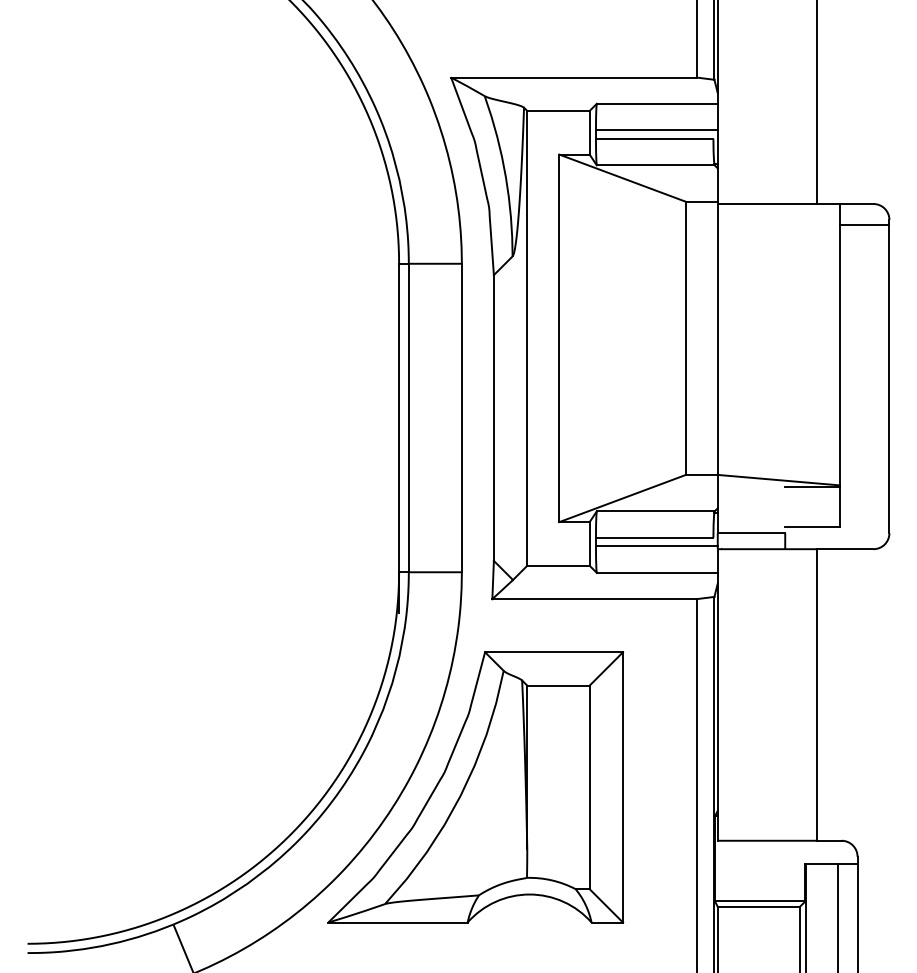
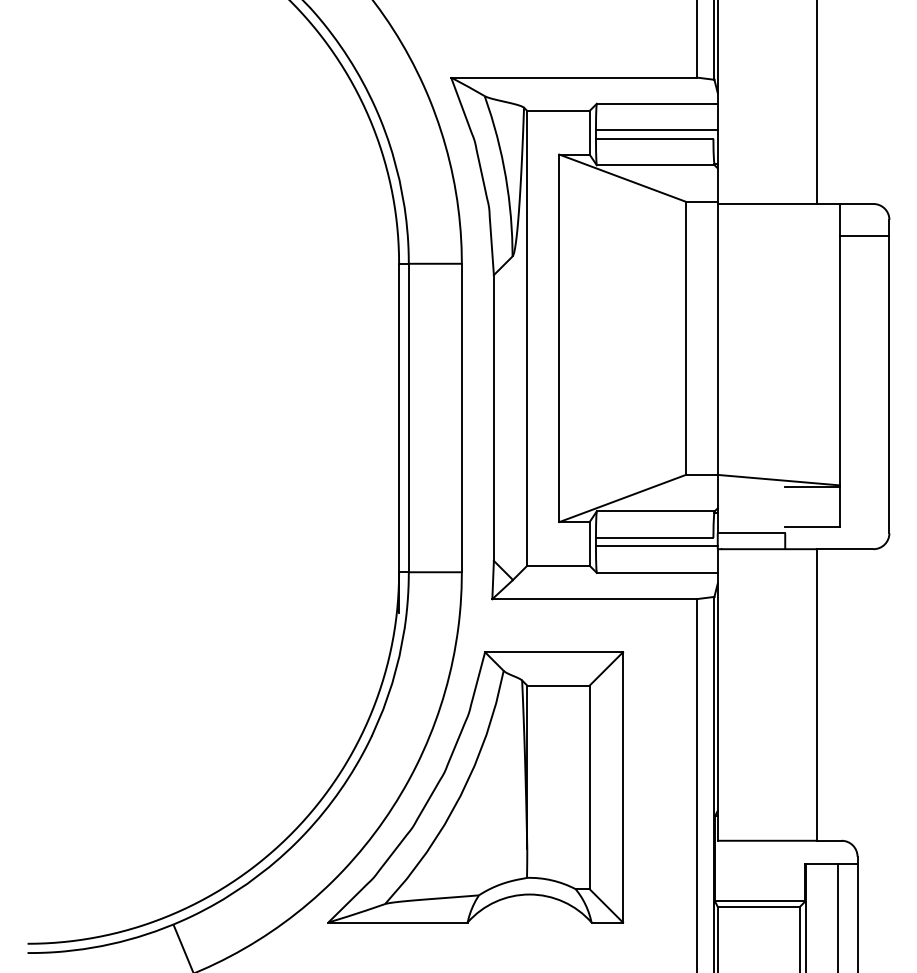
line at (864, 225) position: (864, 225) -> (864, 236)
